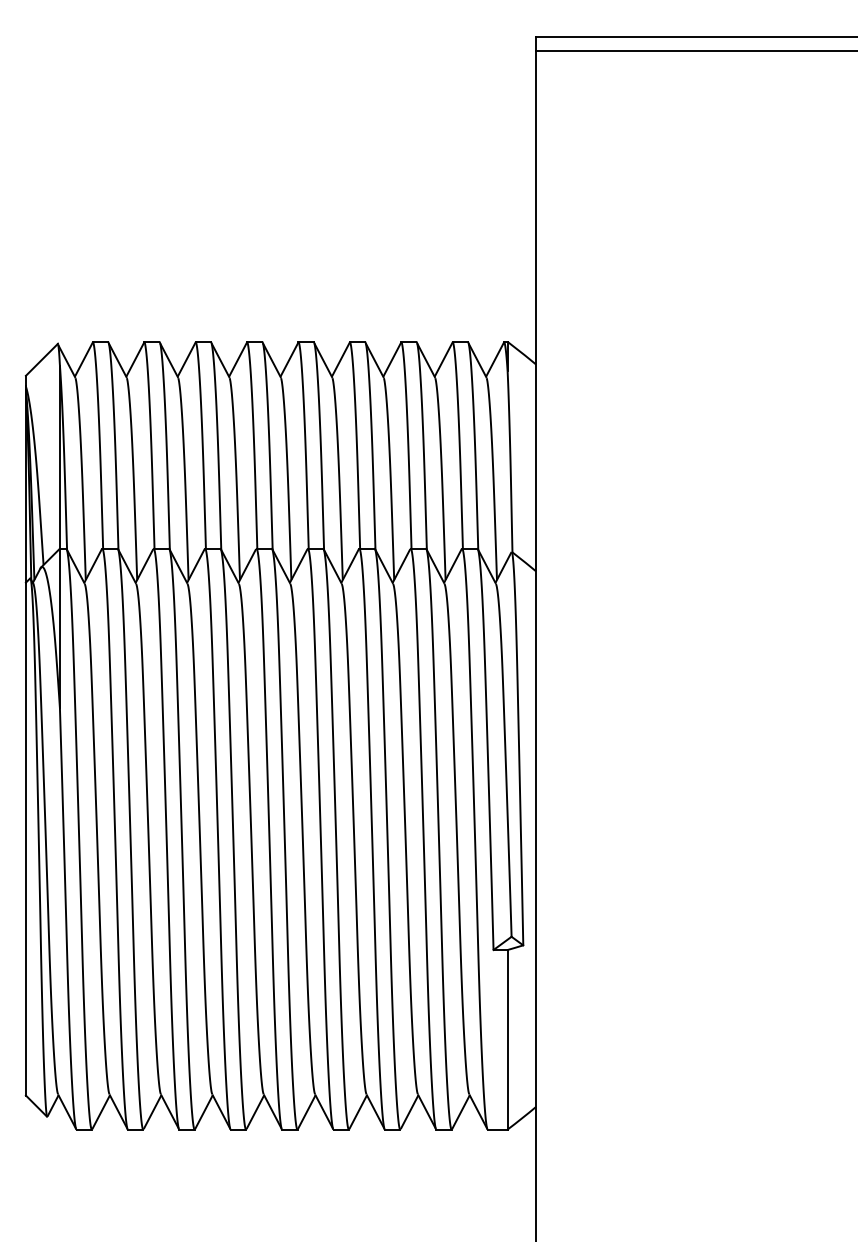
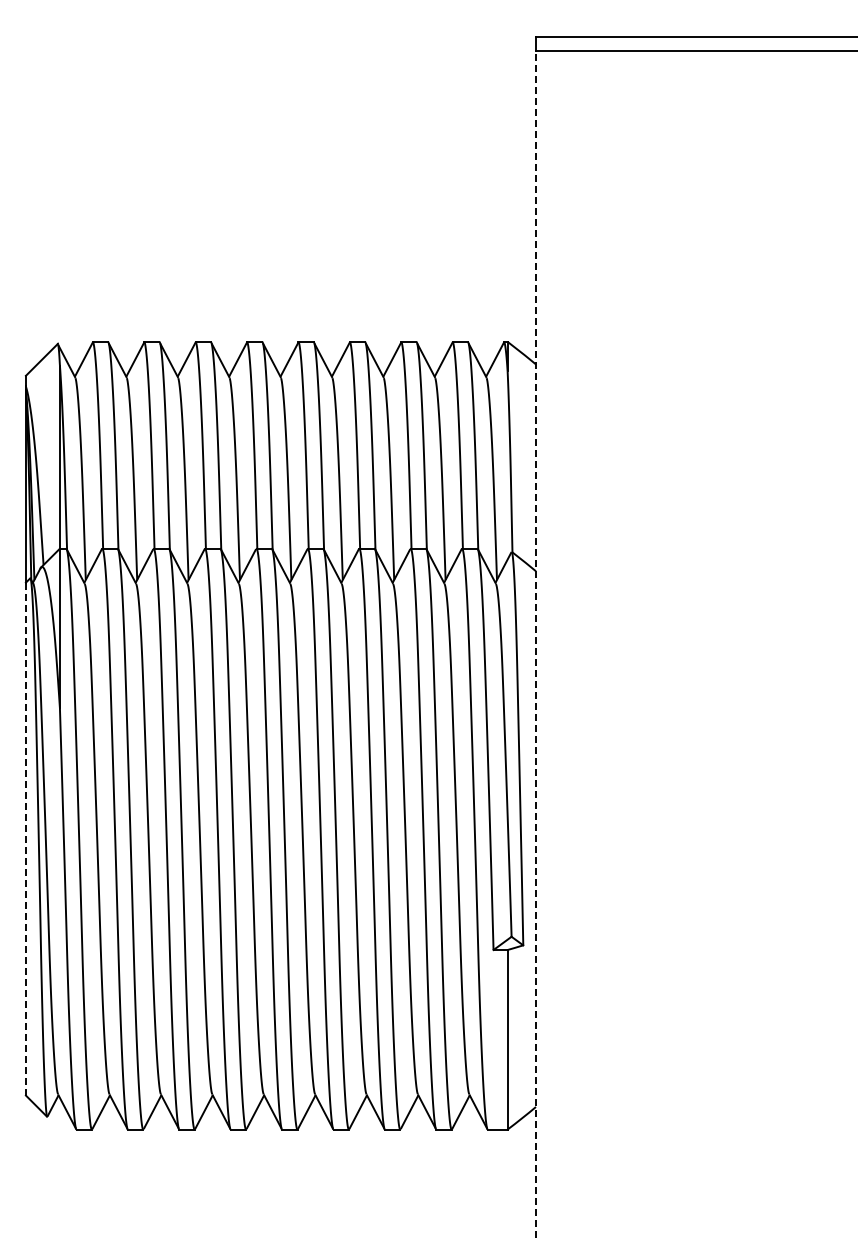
line at (535, 646): solid -> dashed
line at (25, 839): solid -> dashed
